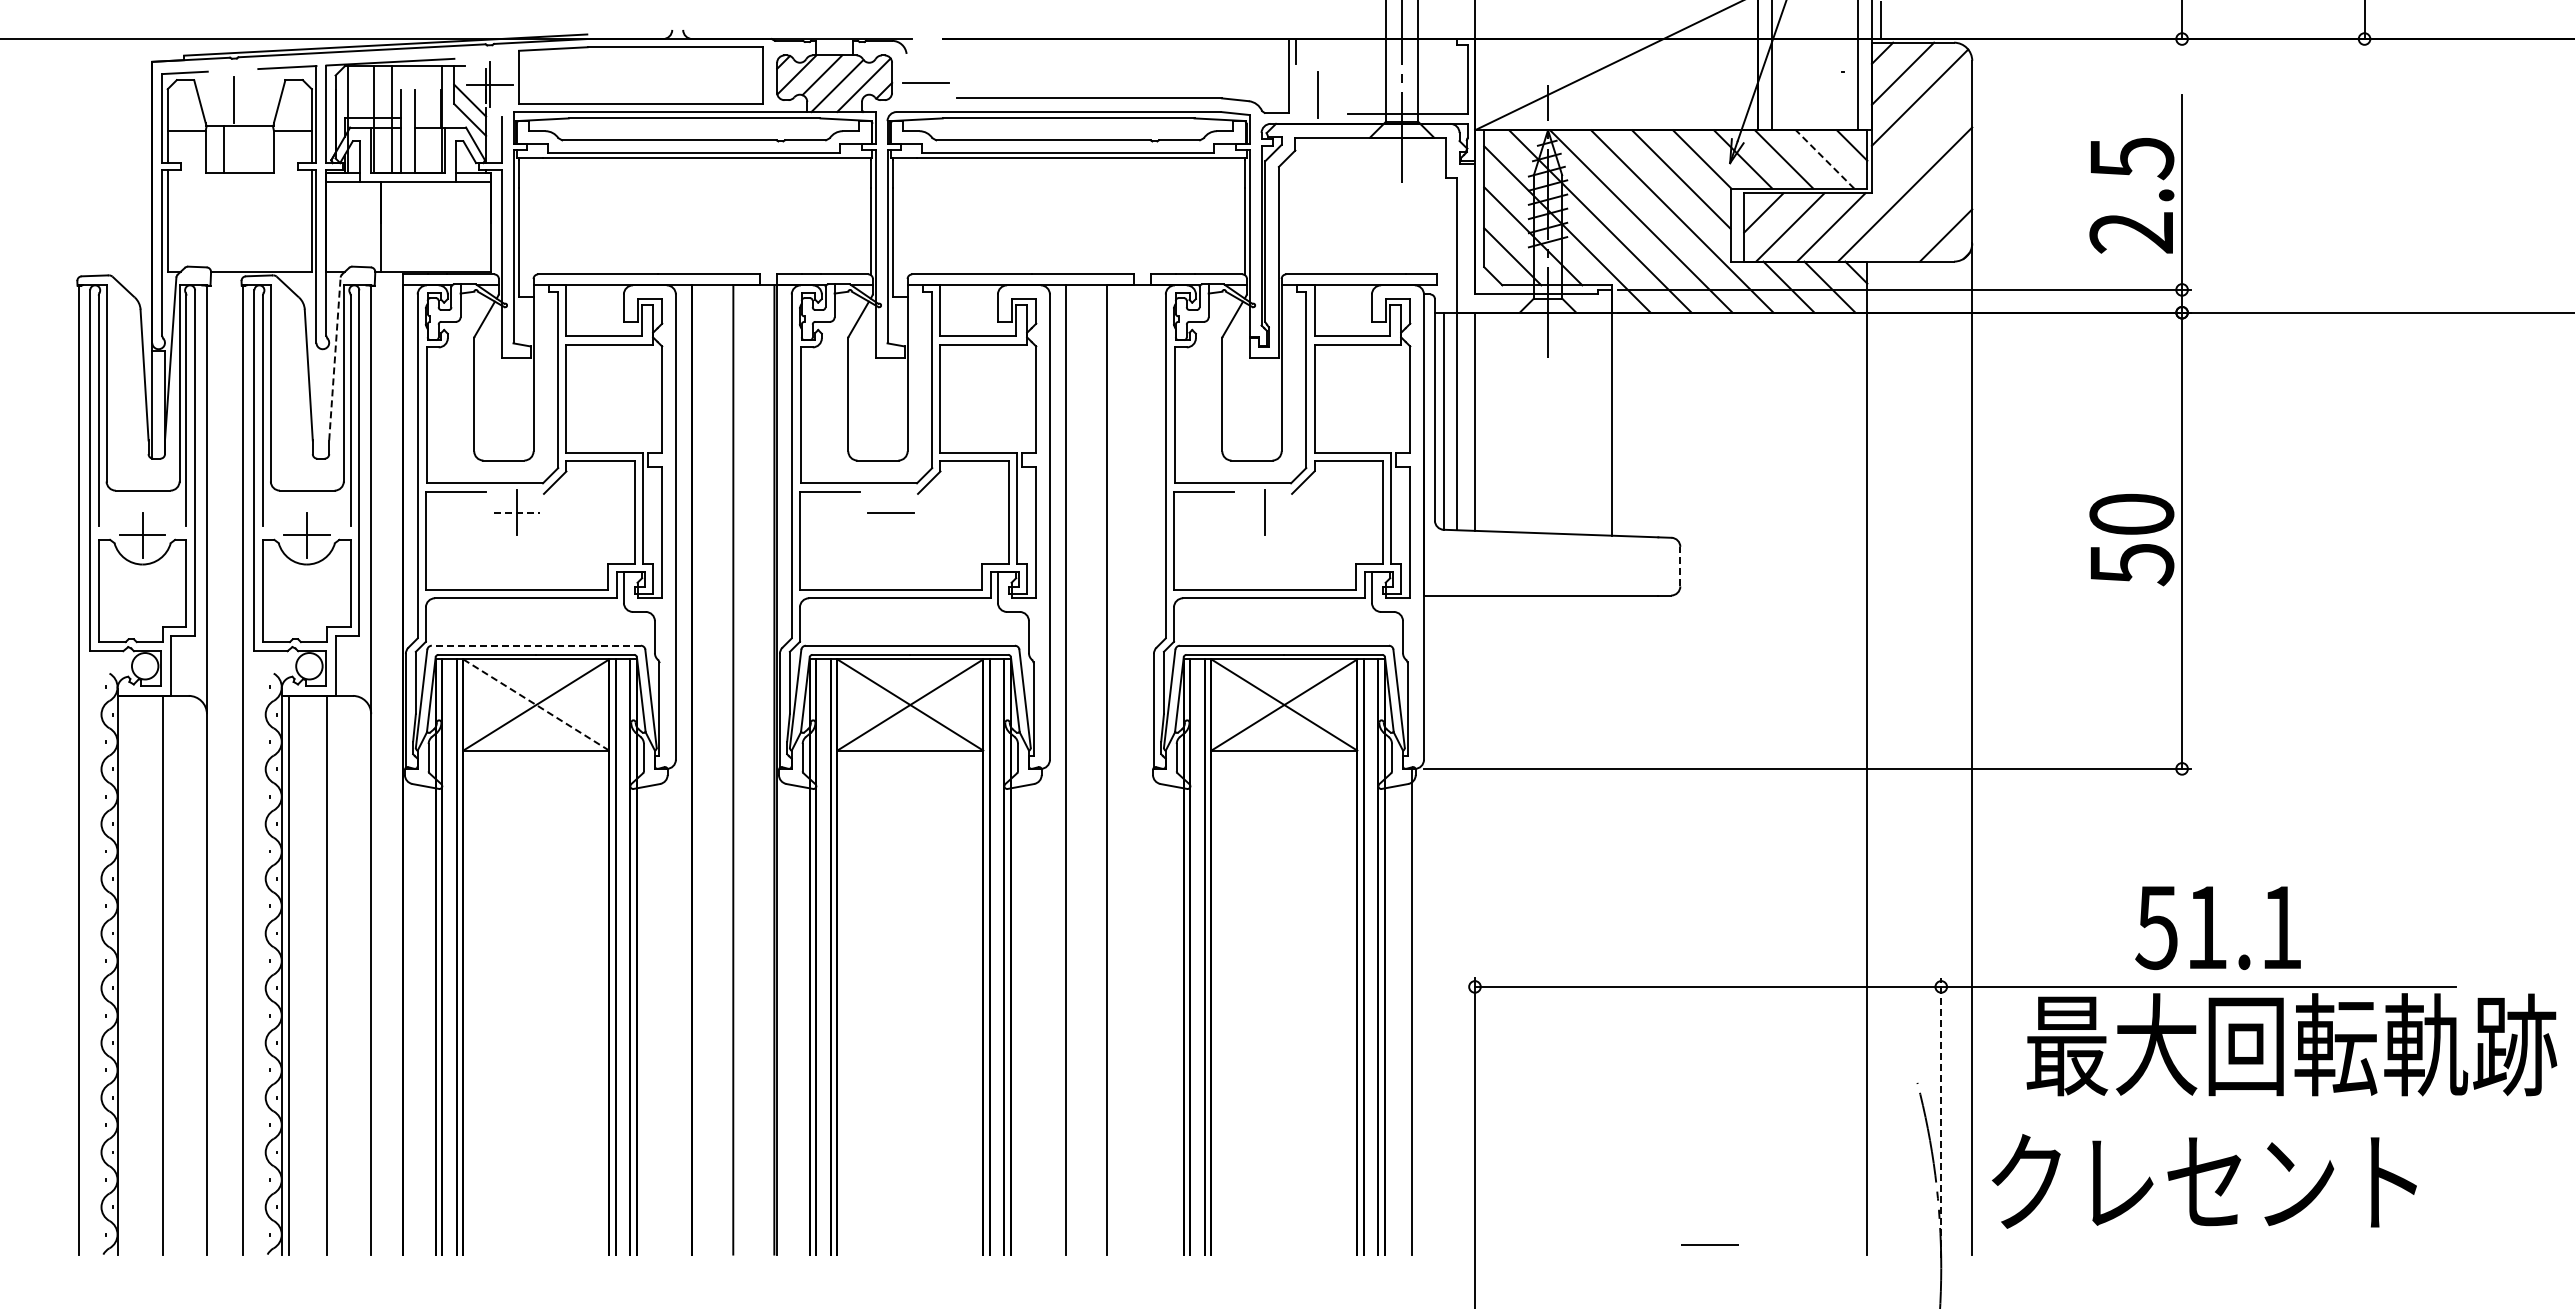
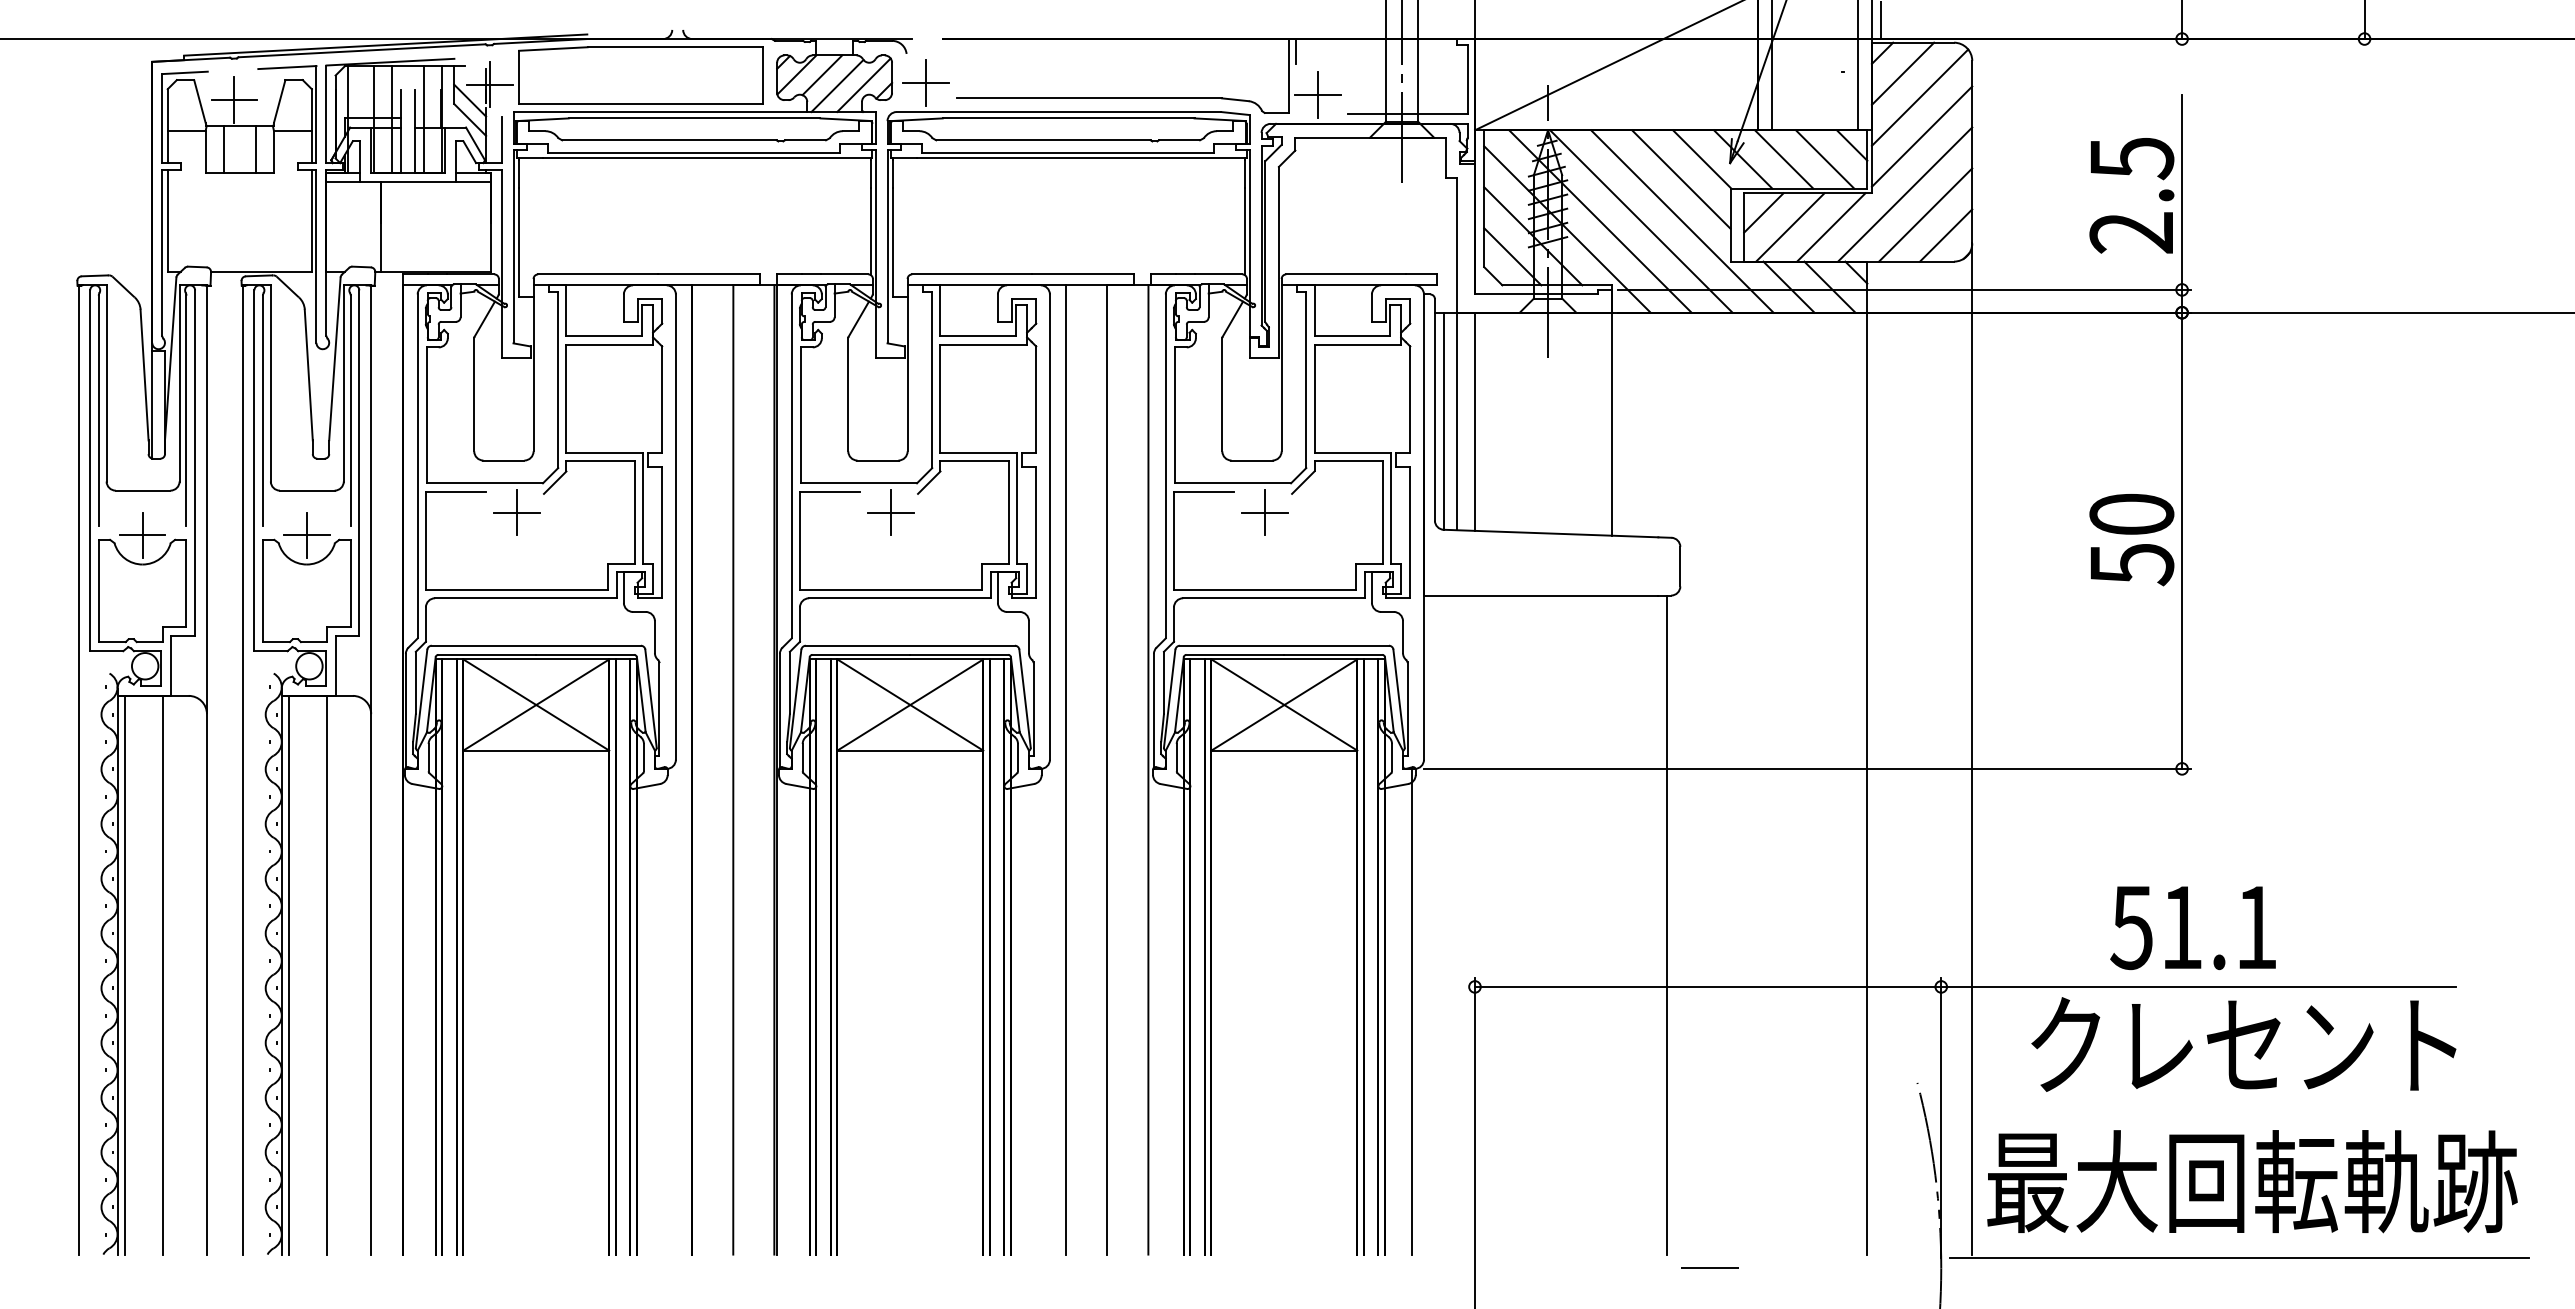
line at (925, 82): none -> present
line at (1317, 94): none -> present
line at (234, 100): none -> present
line at (424, 119): none -> present
line at (1921, 136): none -> present
line at (255, 149): none -> present
line at (1824, 159): dashed -> solid
line at (1925, 214): none -> present
line at (334, 358): dashed -> solid
line at (517, 512): dashed -> solid
line at (891, 512): none -> present
line at (1265, 512): none -> present
line at (1680, 566): dashed -> solid
line at (536, 645): dashed -> solid
line at (536, 705): dashed -> solid
line at (1148, 769): none -> present
line at (1666, 924): none -> present
text at (2217, 928) position: (2217, 928) -> (2192, 928)
line at (124, 974): none -> present
text at (2291, 1044): 最大回転軌跡 -> クレセント
line at (1941, 1117): dashed -> solid
text at (2252, 1181): クレセント -> 最大回転軌跡
line at (1709, 1244) position: (1709, 1244) -> (1709, 1267)
line at (2239, 1258): none -> present
